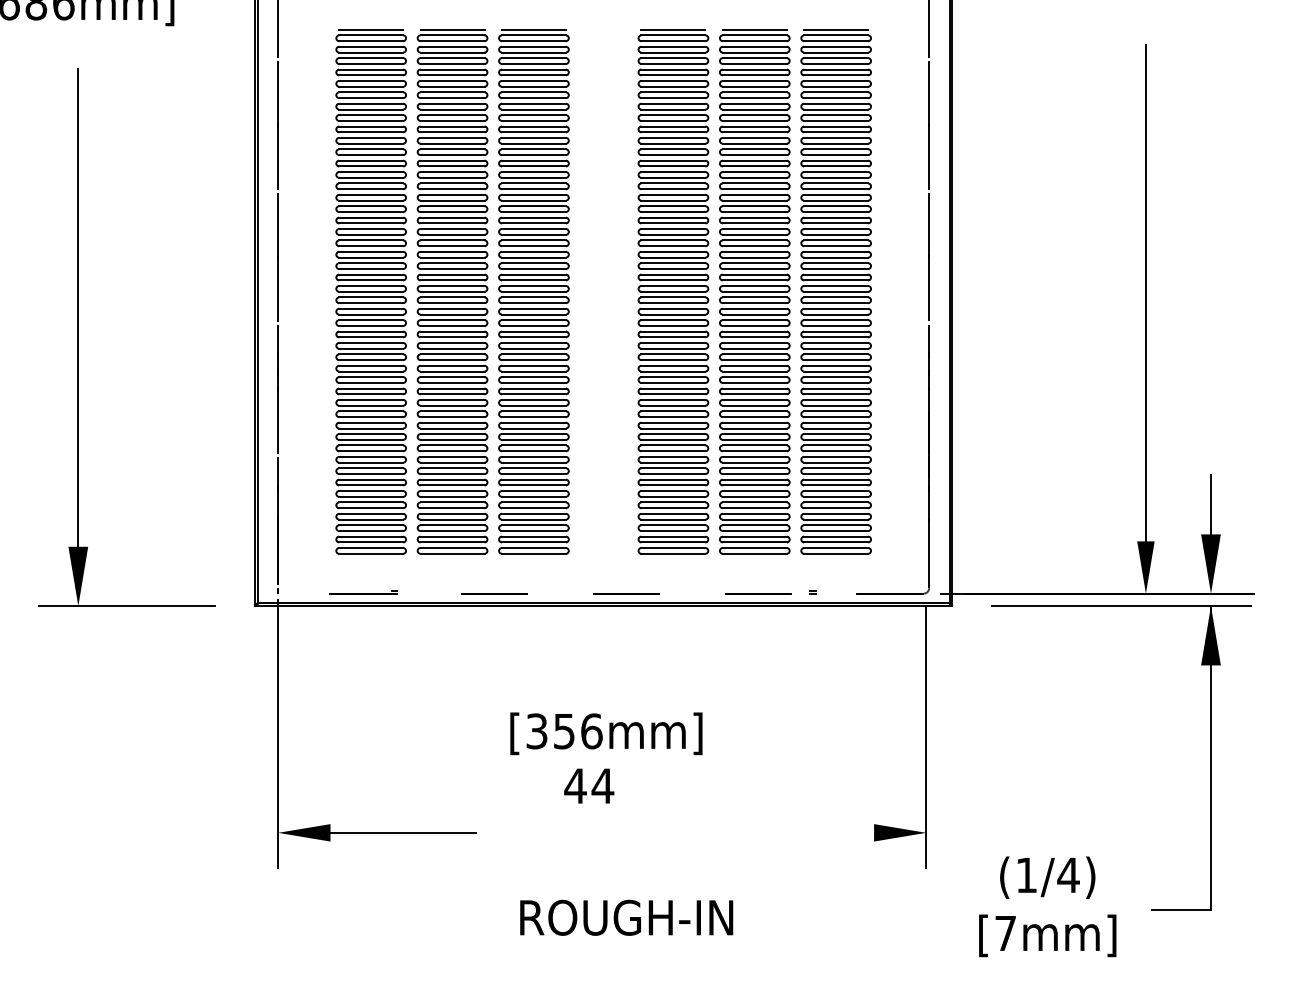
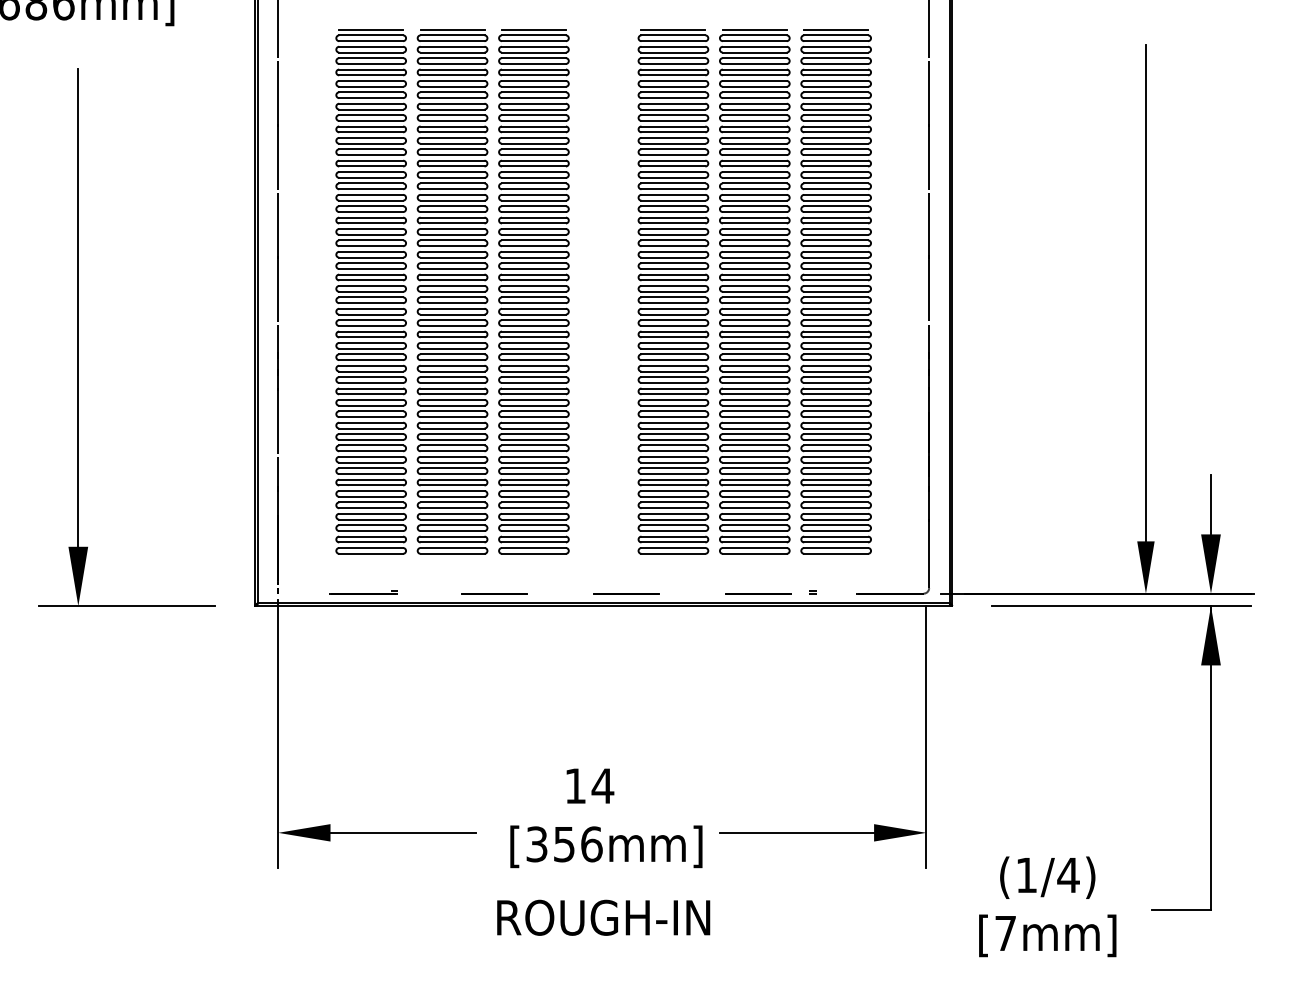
text at (606, 733) position: (606, 733) -> (606, 846)
text at (575, 785): 44 -> 14
line at (796, 832): none -> present
text at (626, 917) position: (626, 917) -> (603, 917)
